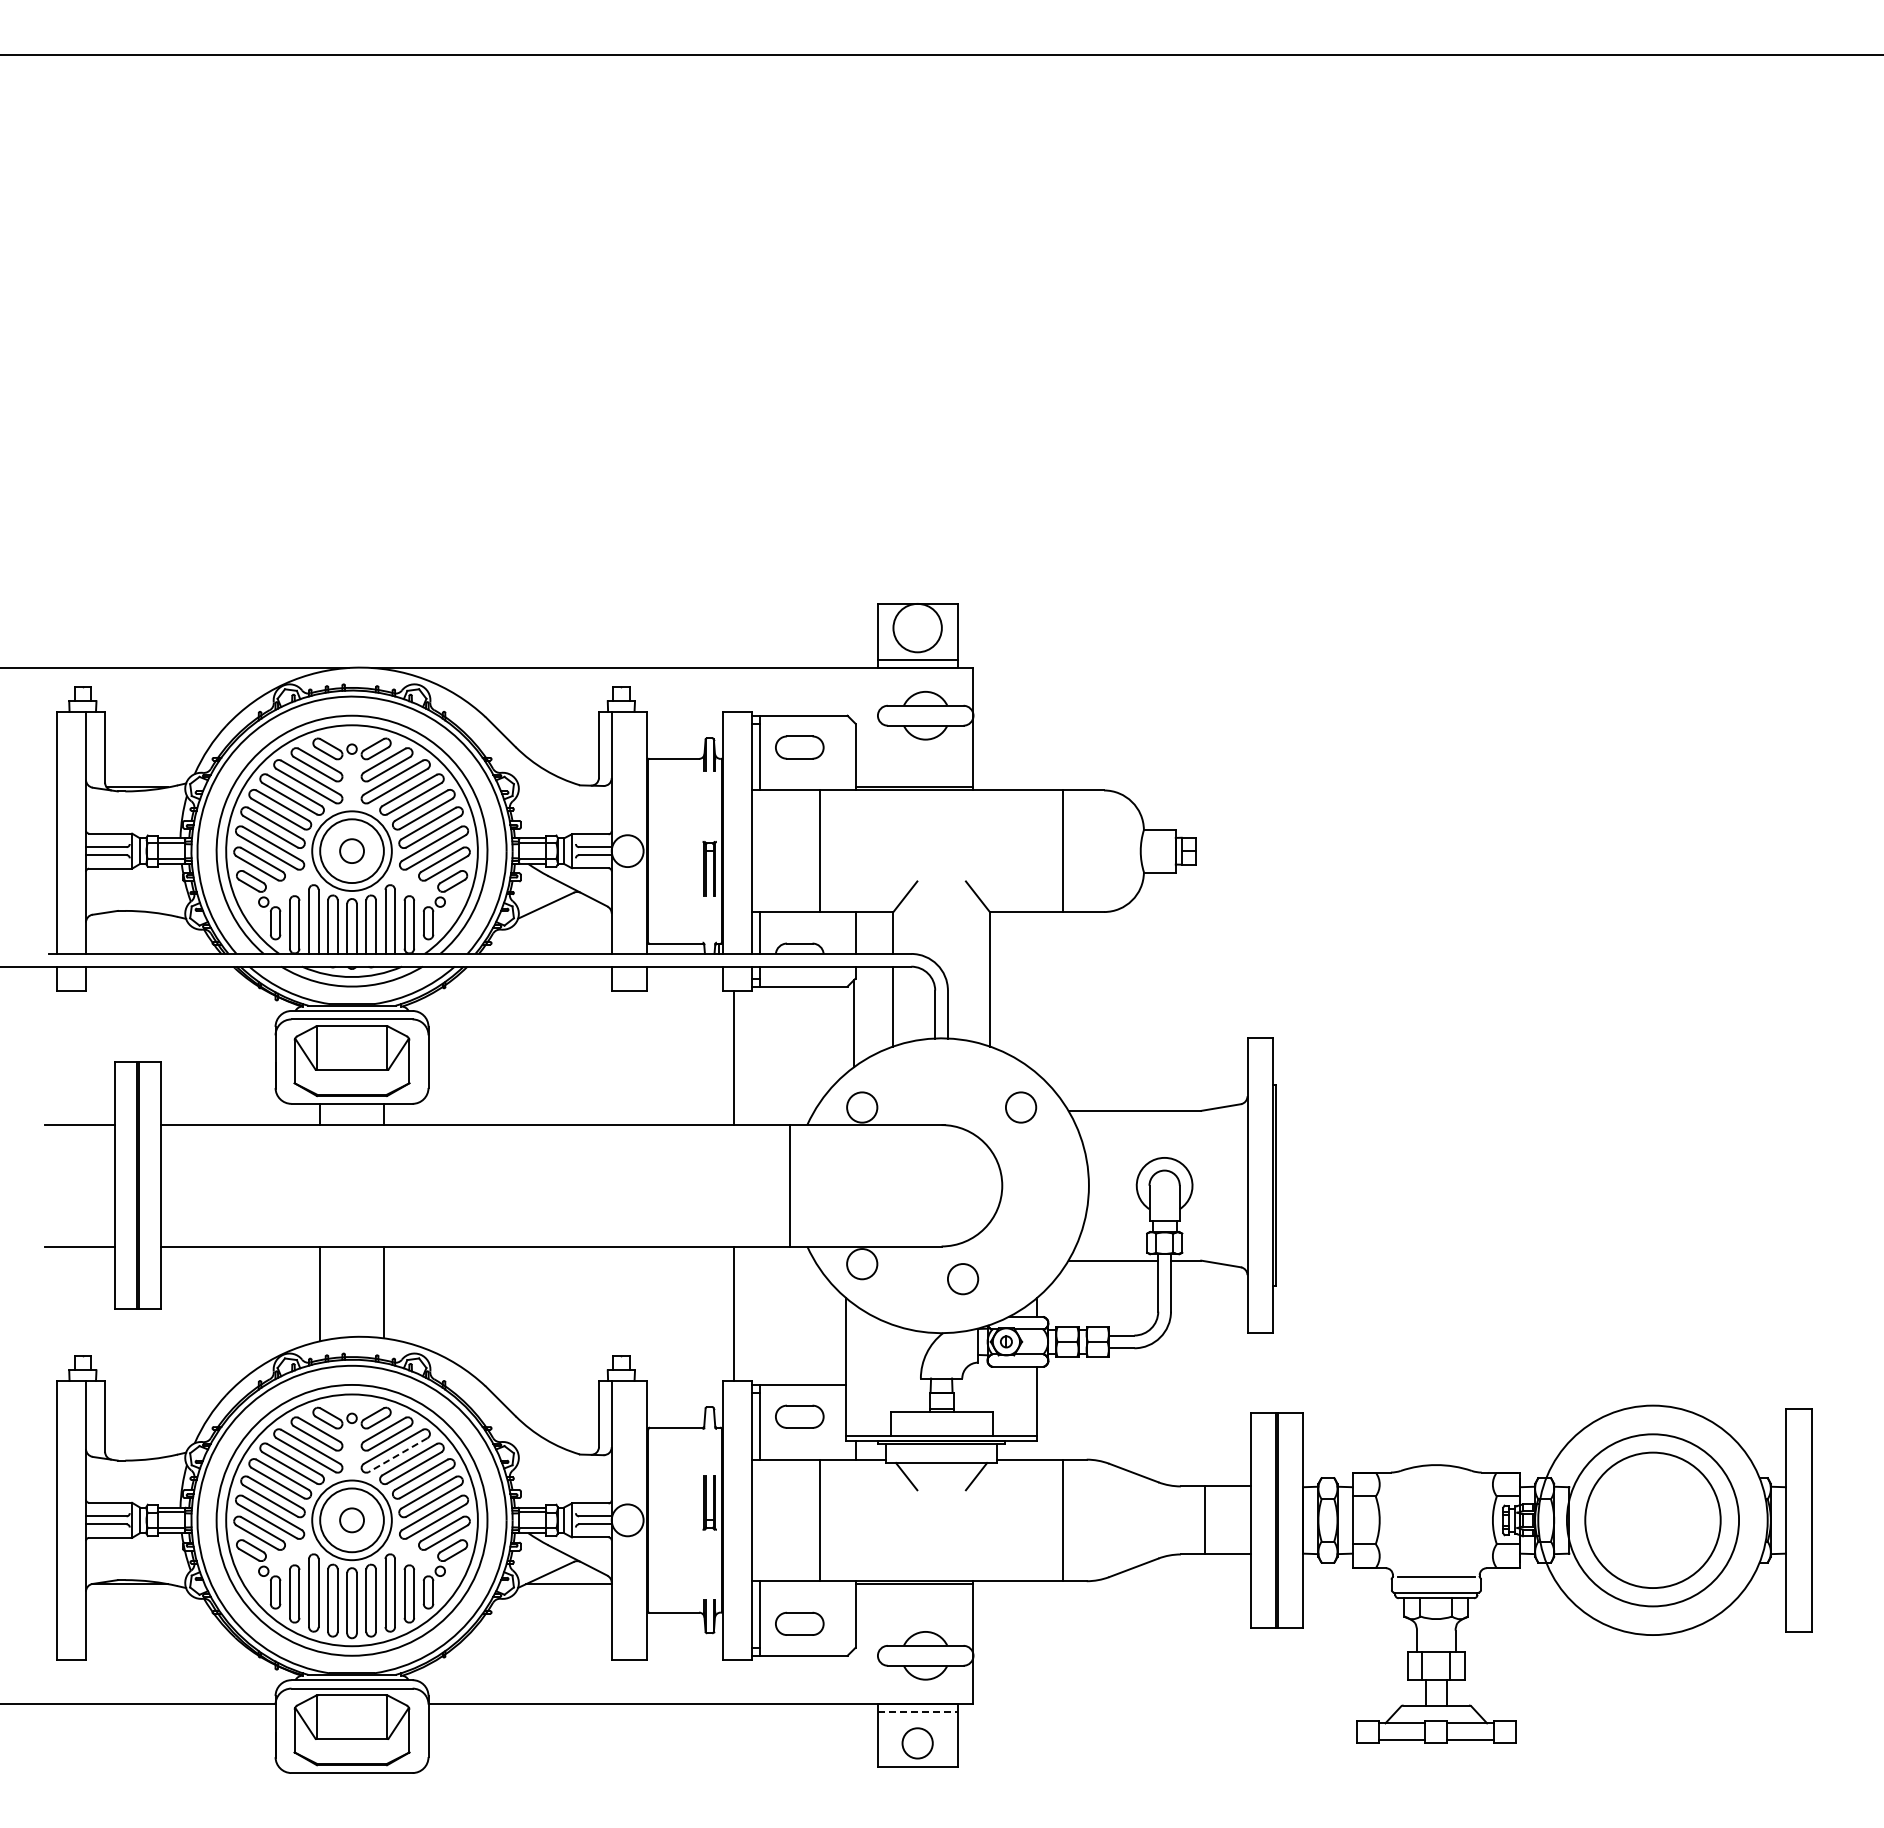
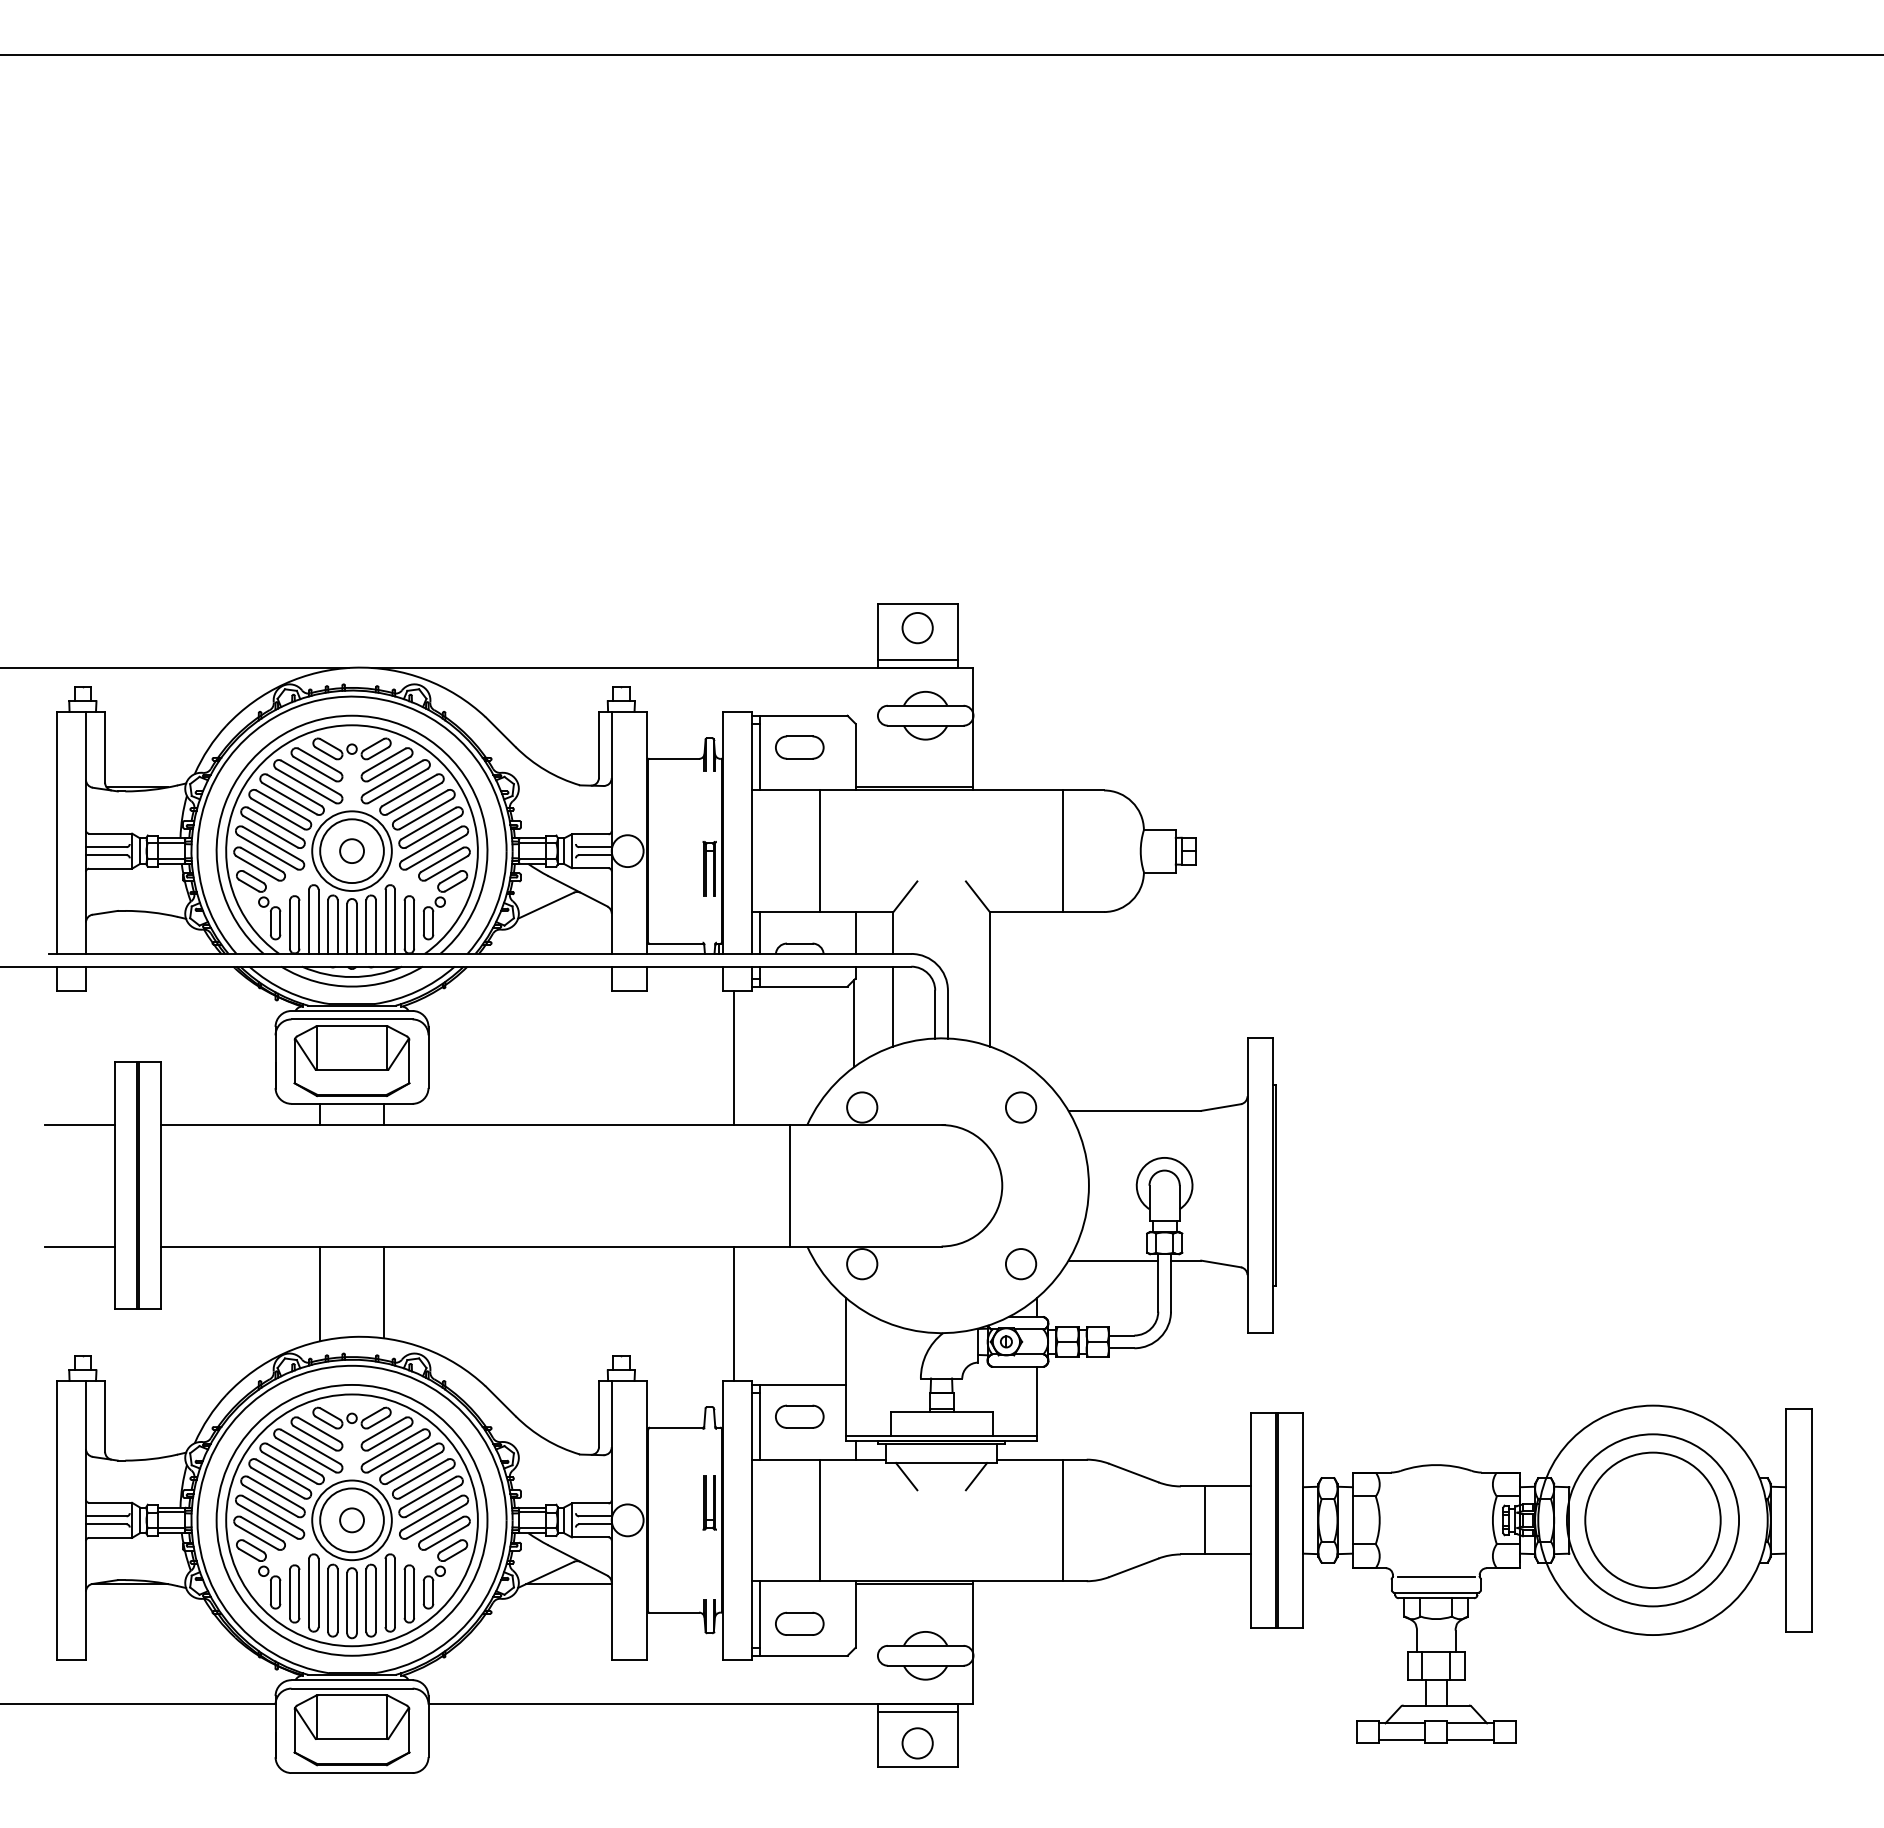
circle at (917, 627) diameter: 48 px -> 30 px
circle at (963, 1279) position: (963, 1279) -> (1021, 1264)
line at (398, 1455): dashed -> solid
line at (917, 1711): dashed -> solid
